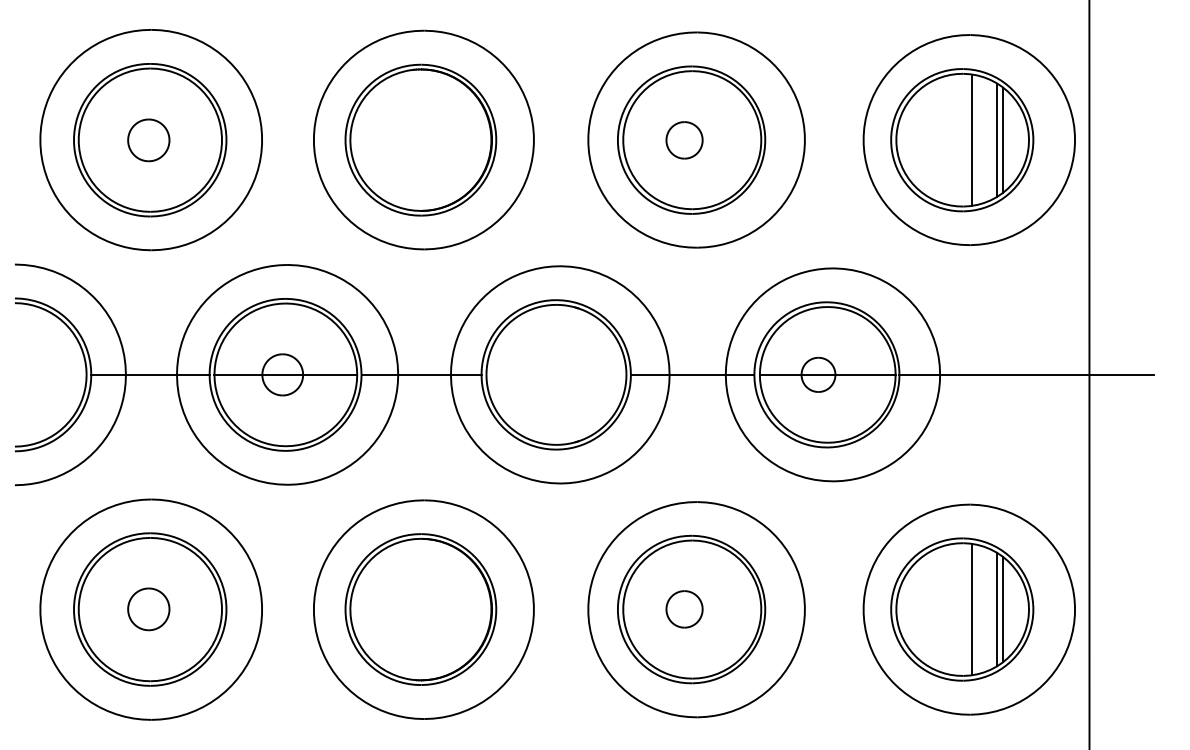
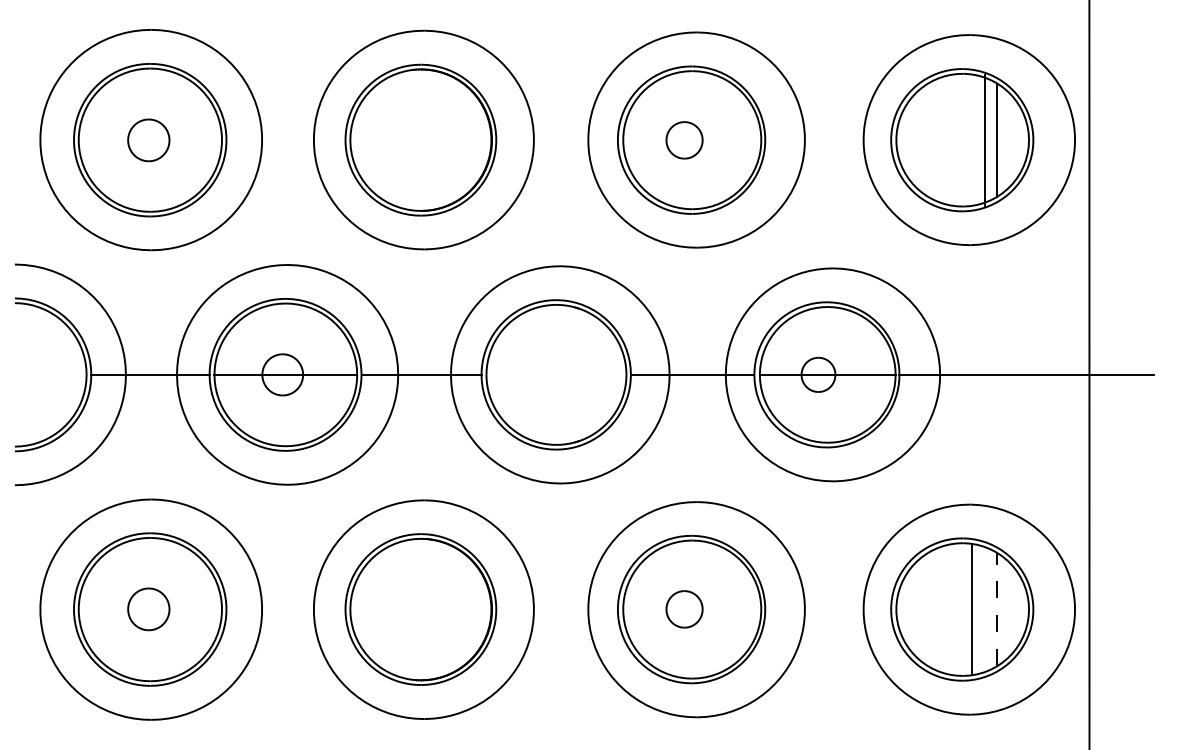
line at (971, 139) position: (971, 139) -> (984, 139)
line at (1003, 139): present -> none
line at (997, 609): solid -> dashed
line at (1003, 609): present -> none
